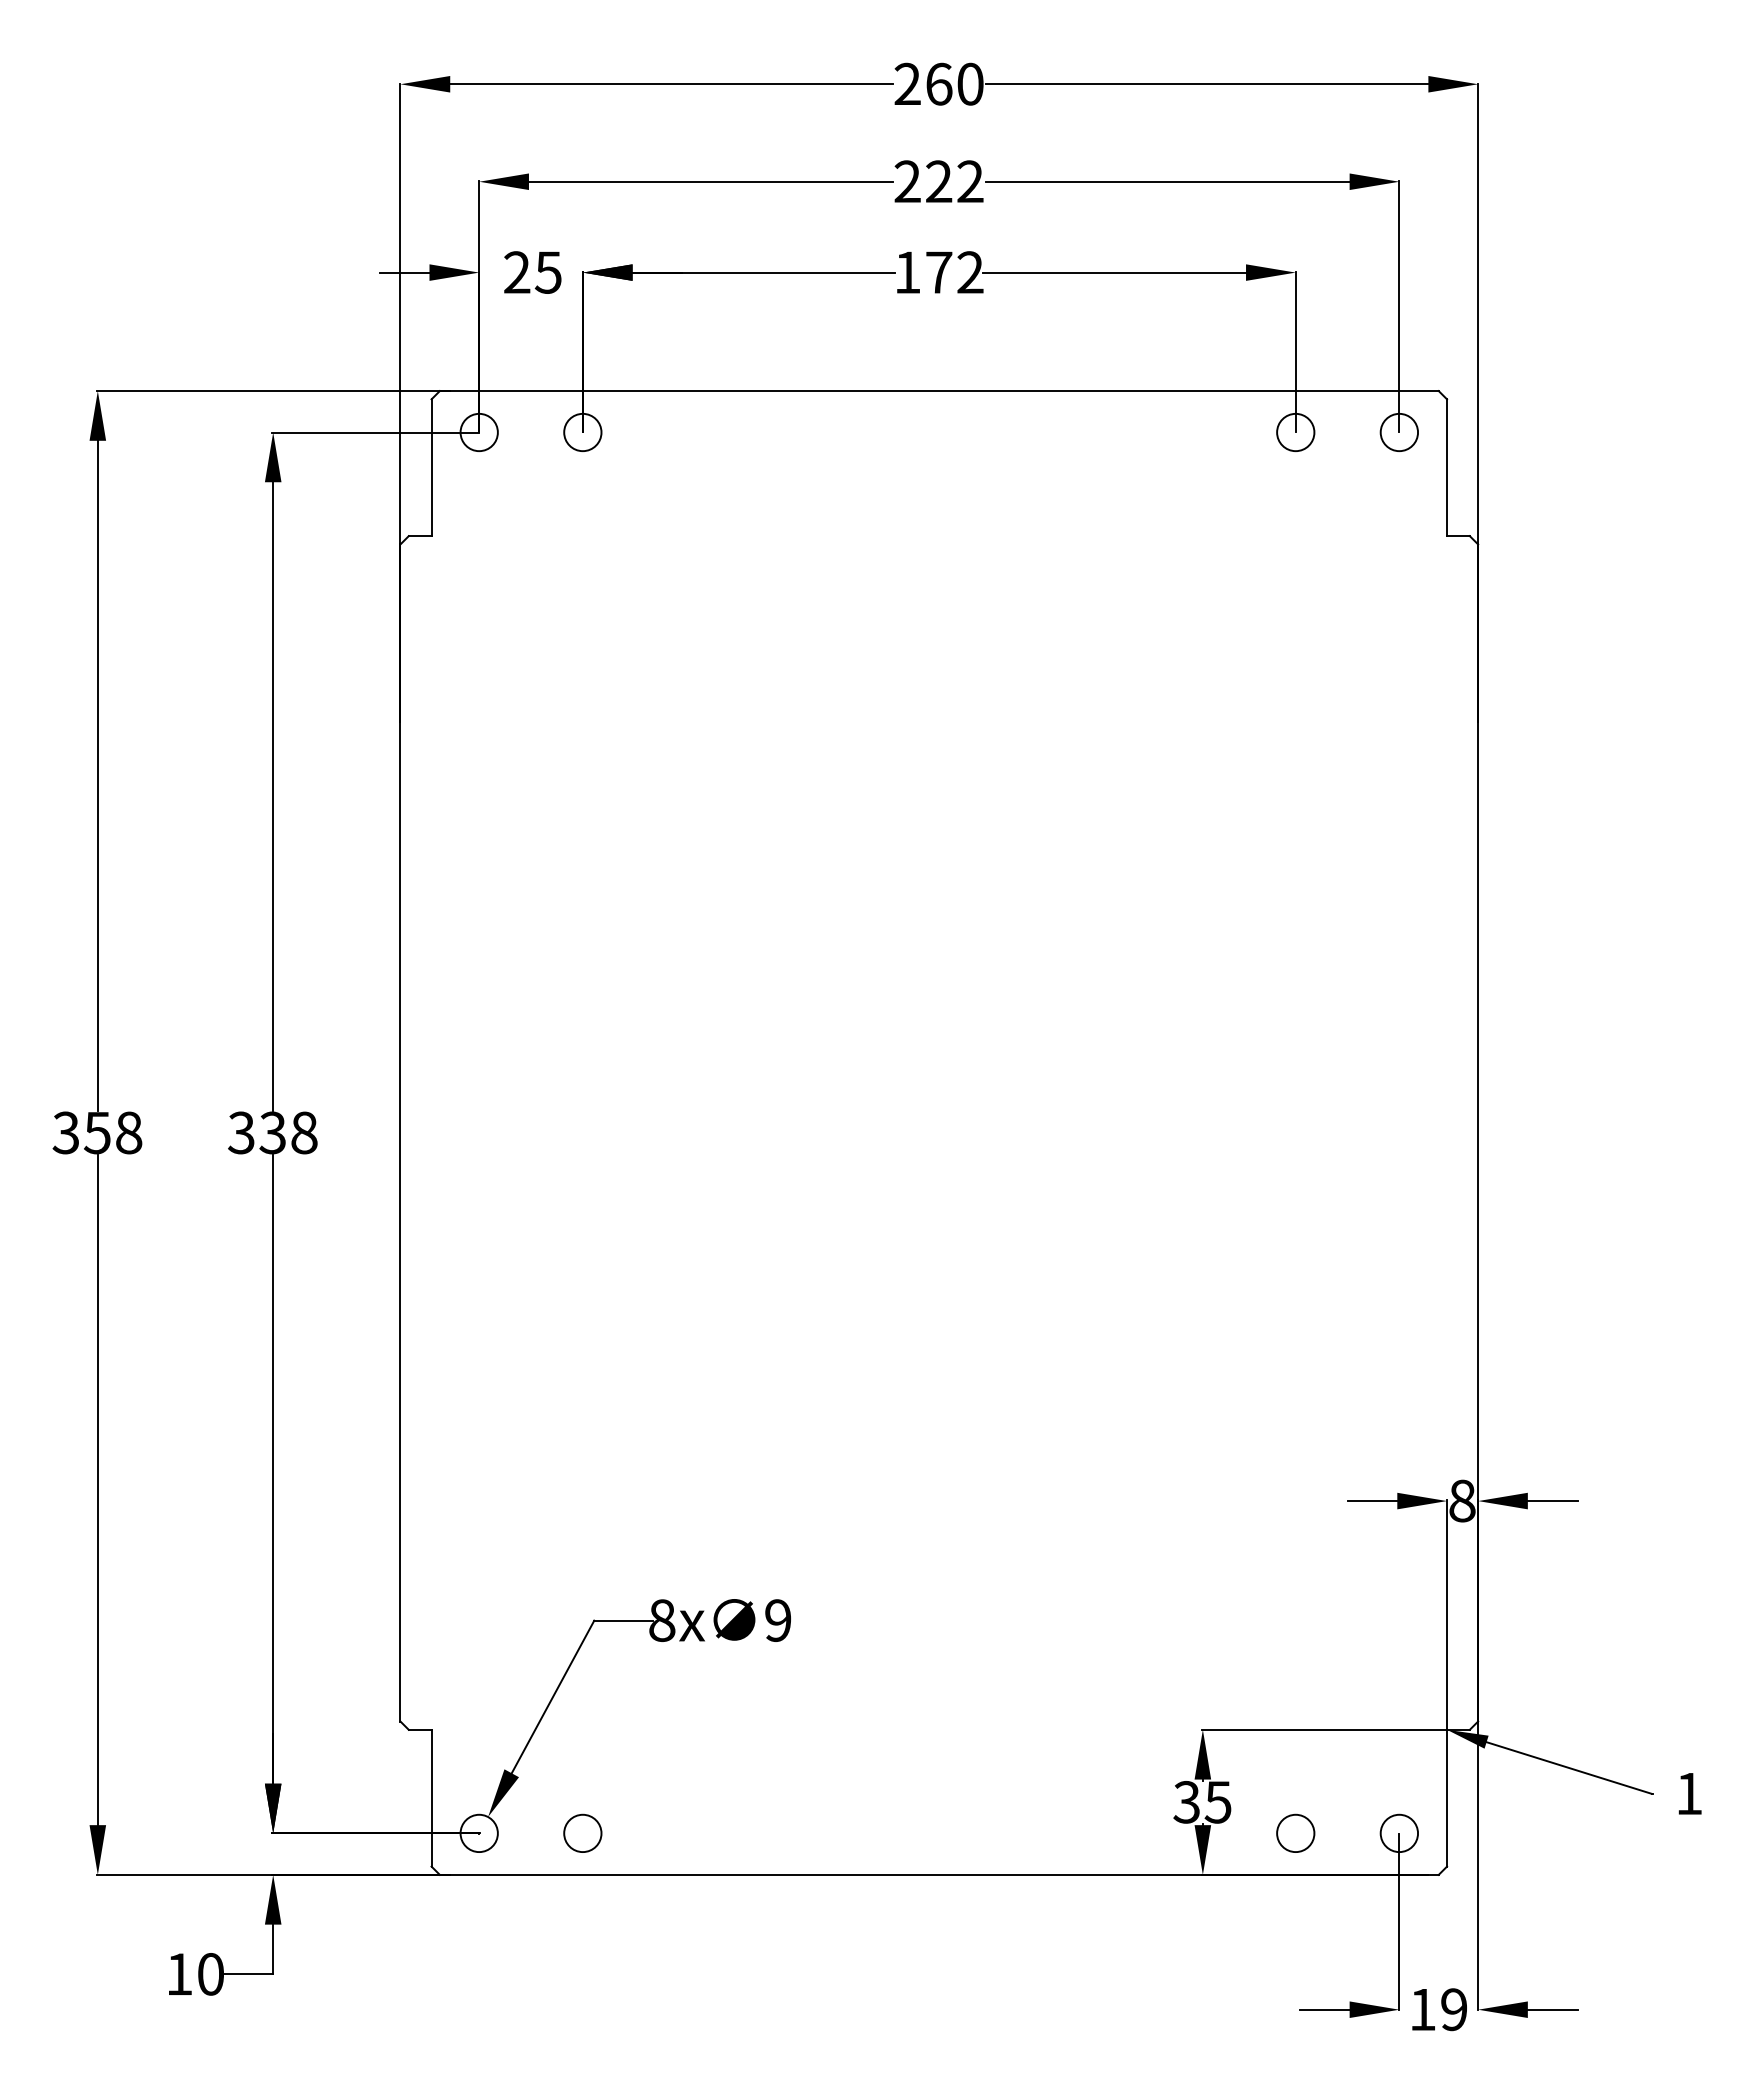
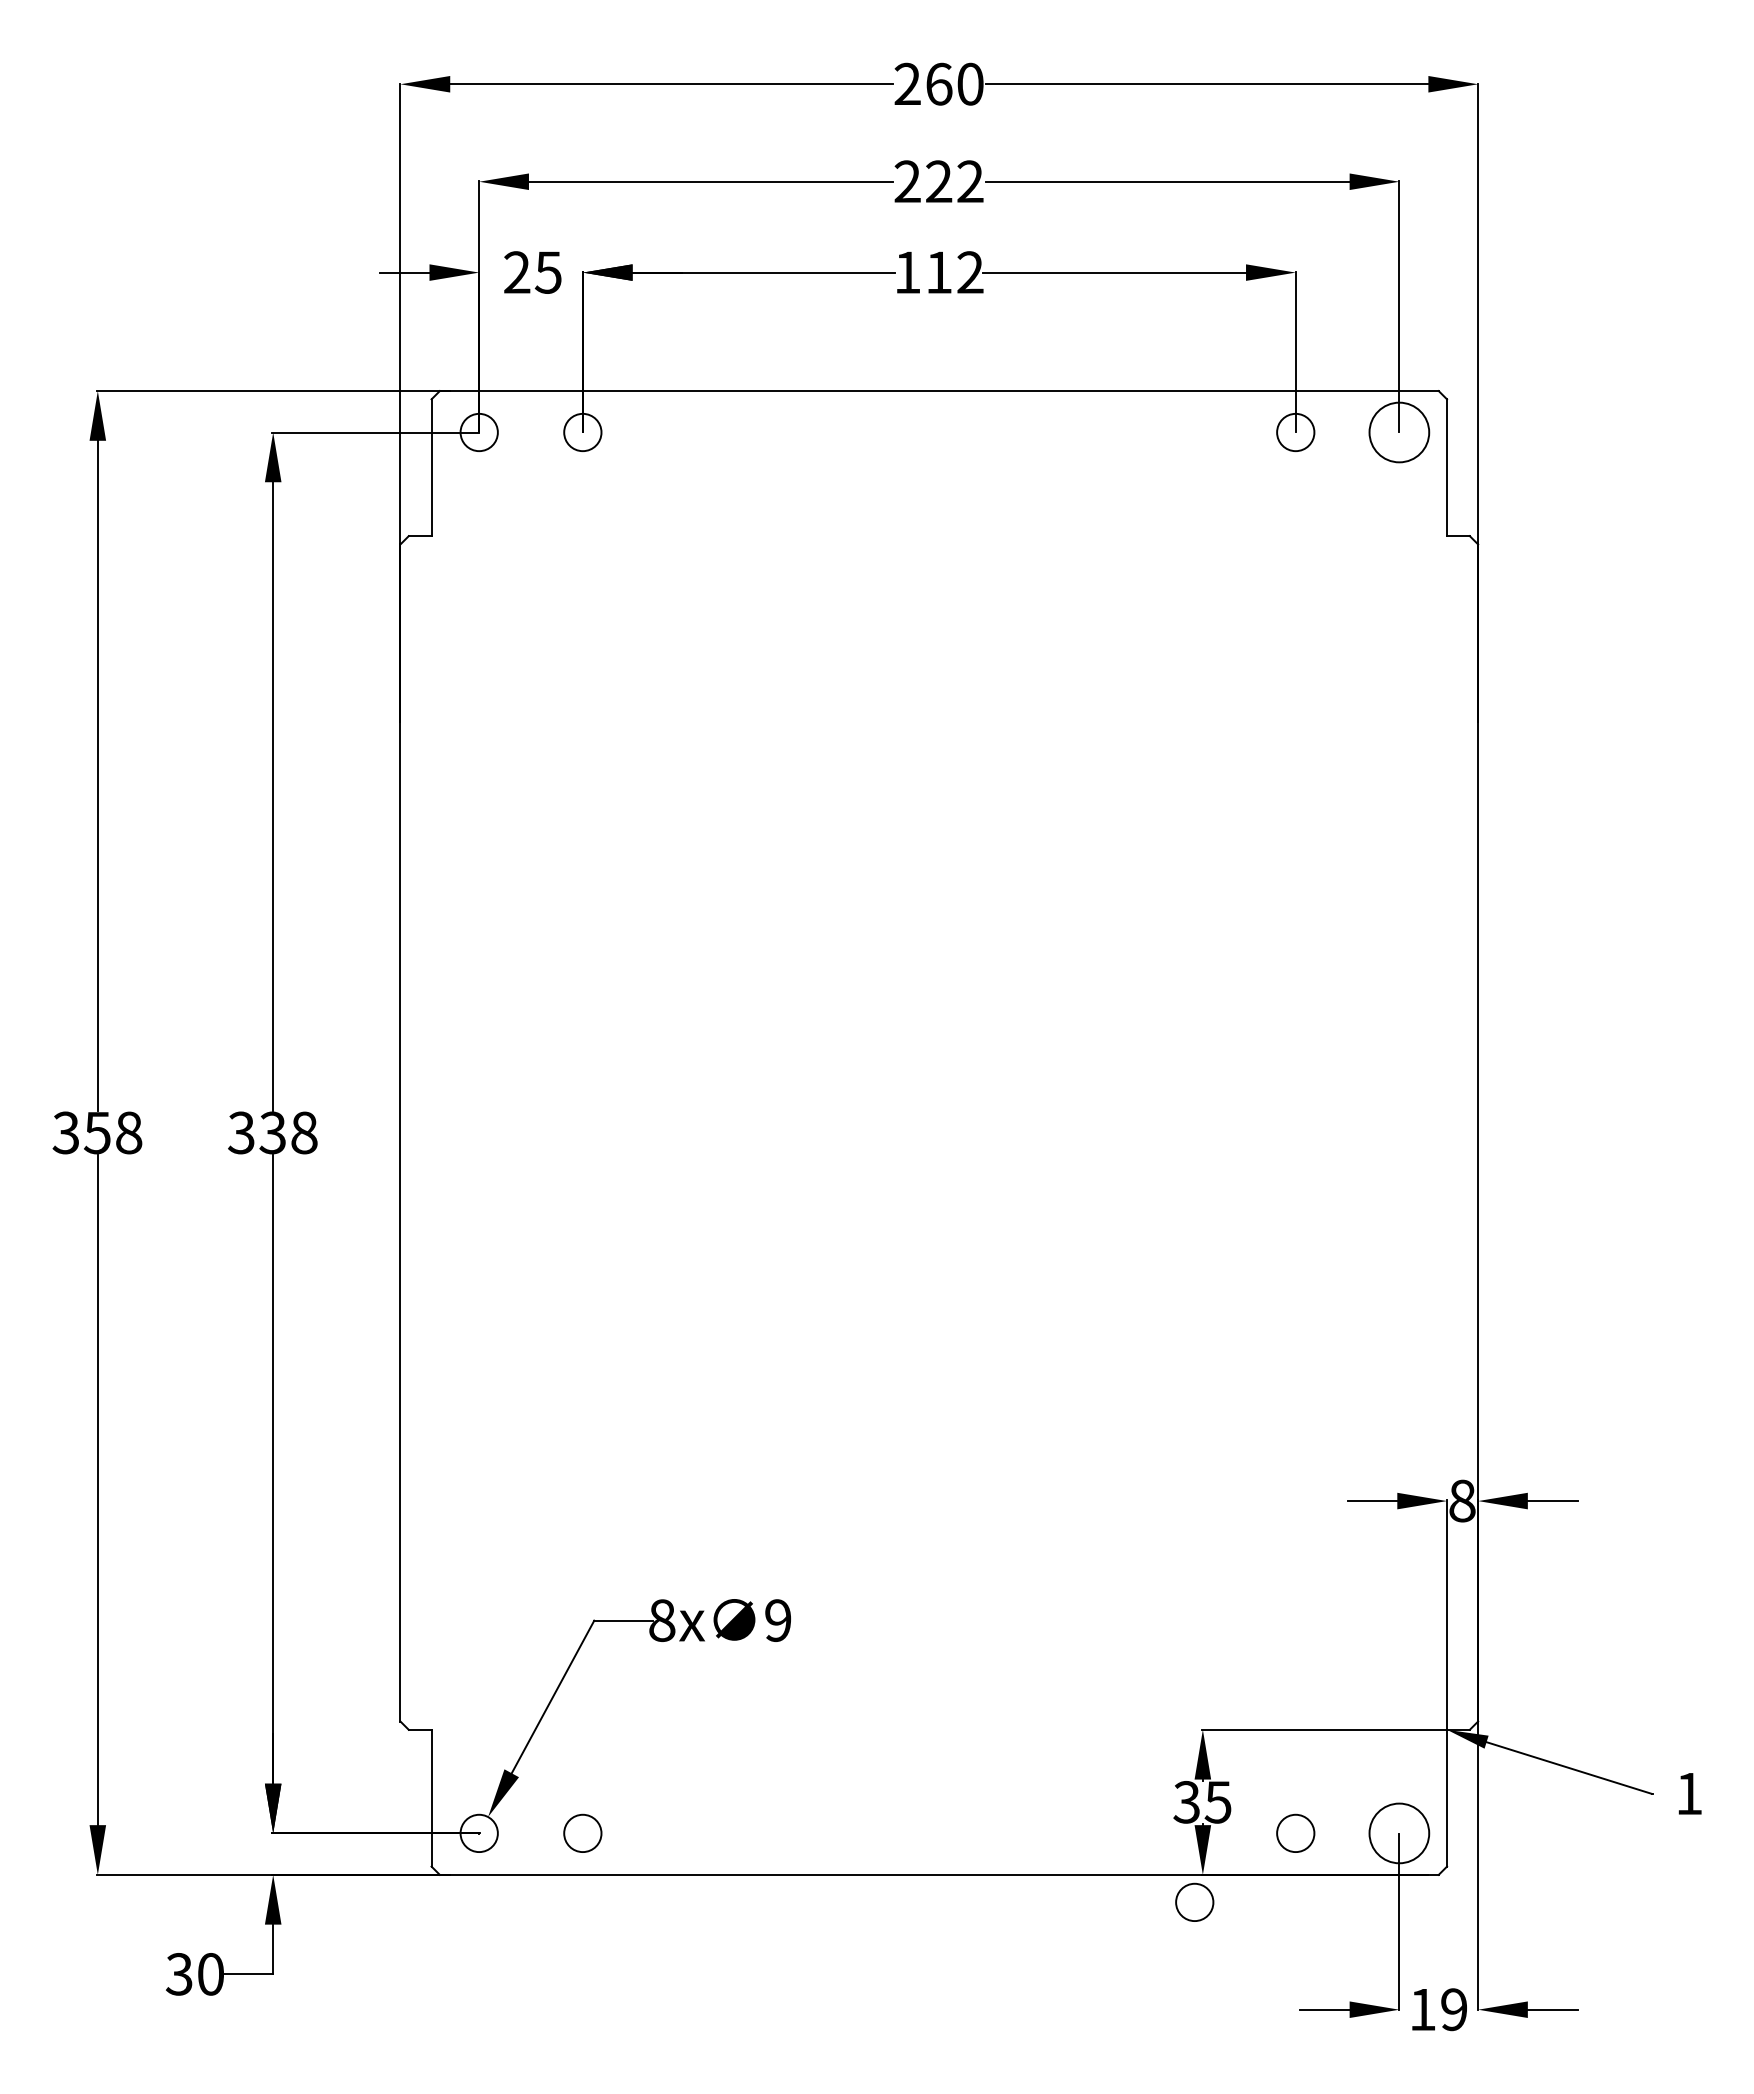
text at (939, 272): 172 -> 112
circle at (1399, 432) diameter: 37 px -> 60 px
circle at (1399, 1833) diameter: 37 px -> 60 px
circle at (1194, 1901): none -> present
text at (179, 1974): 10 -> 30
